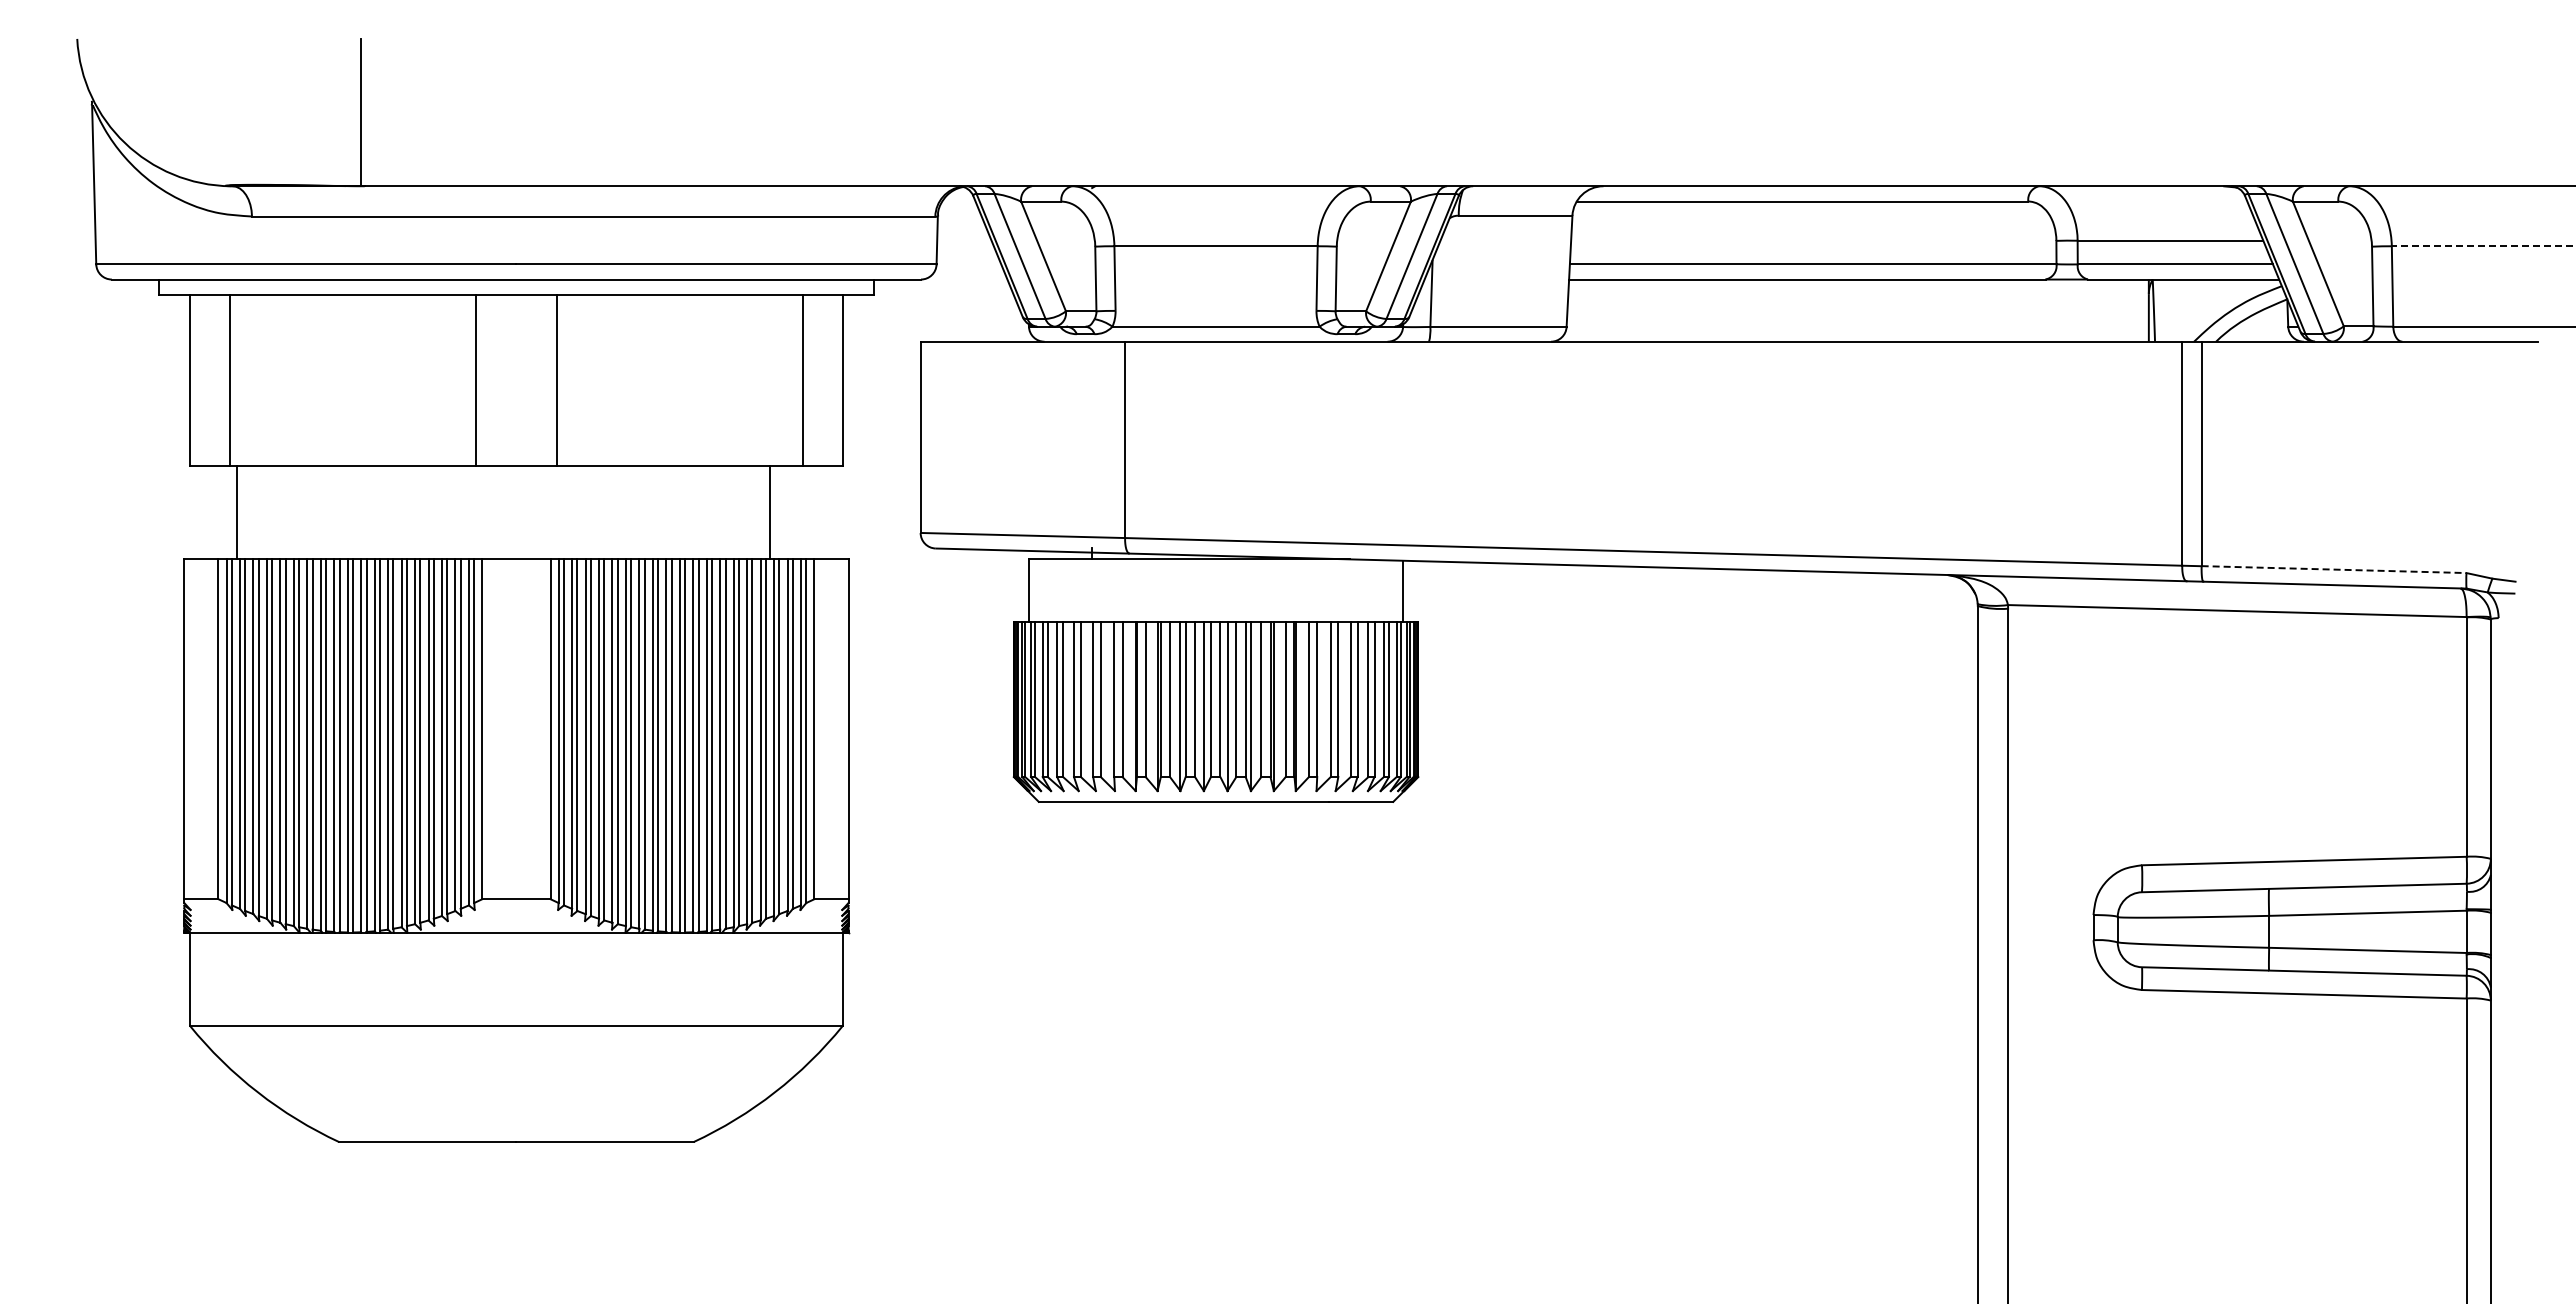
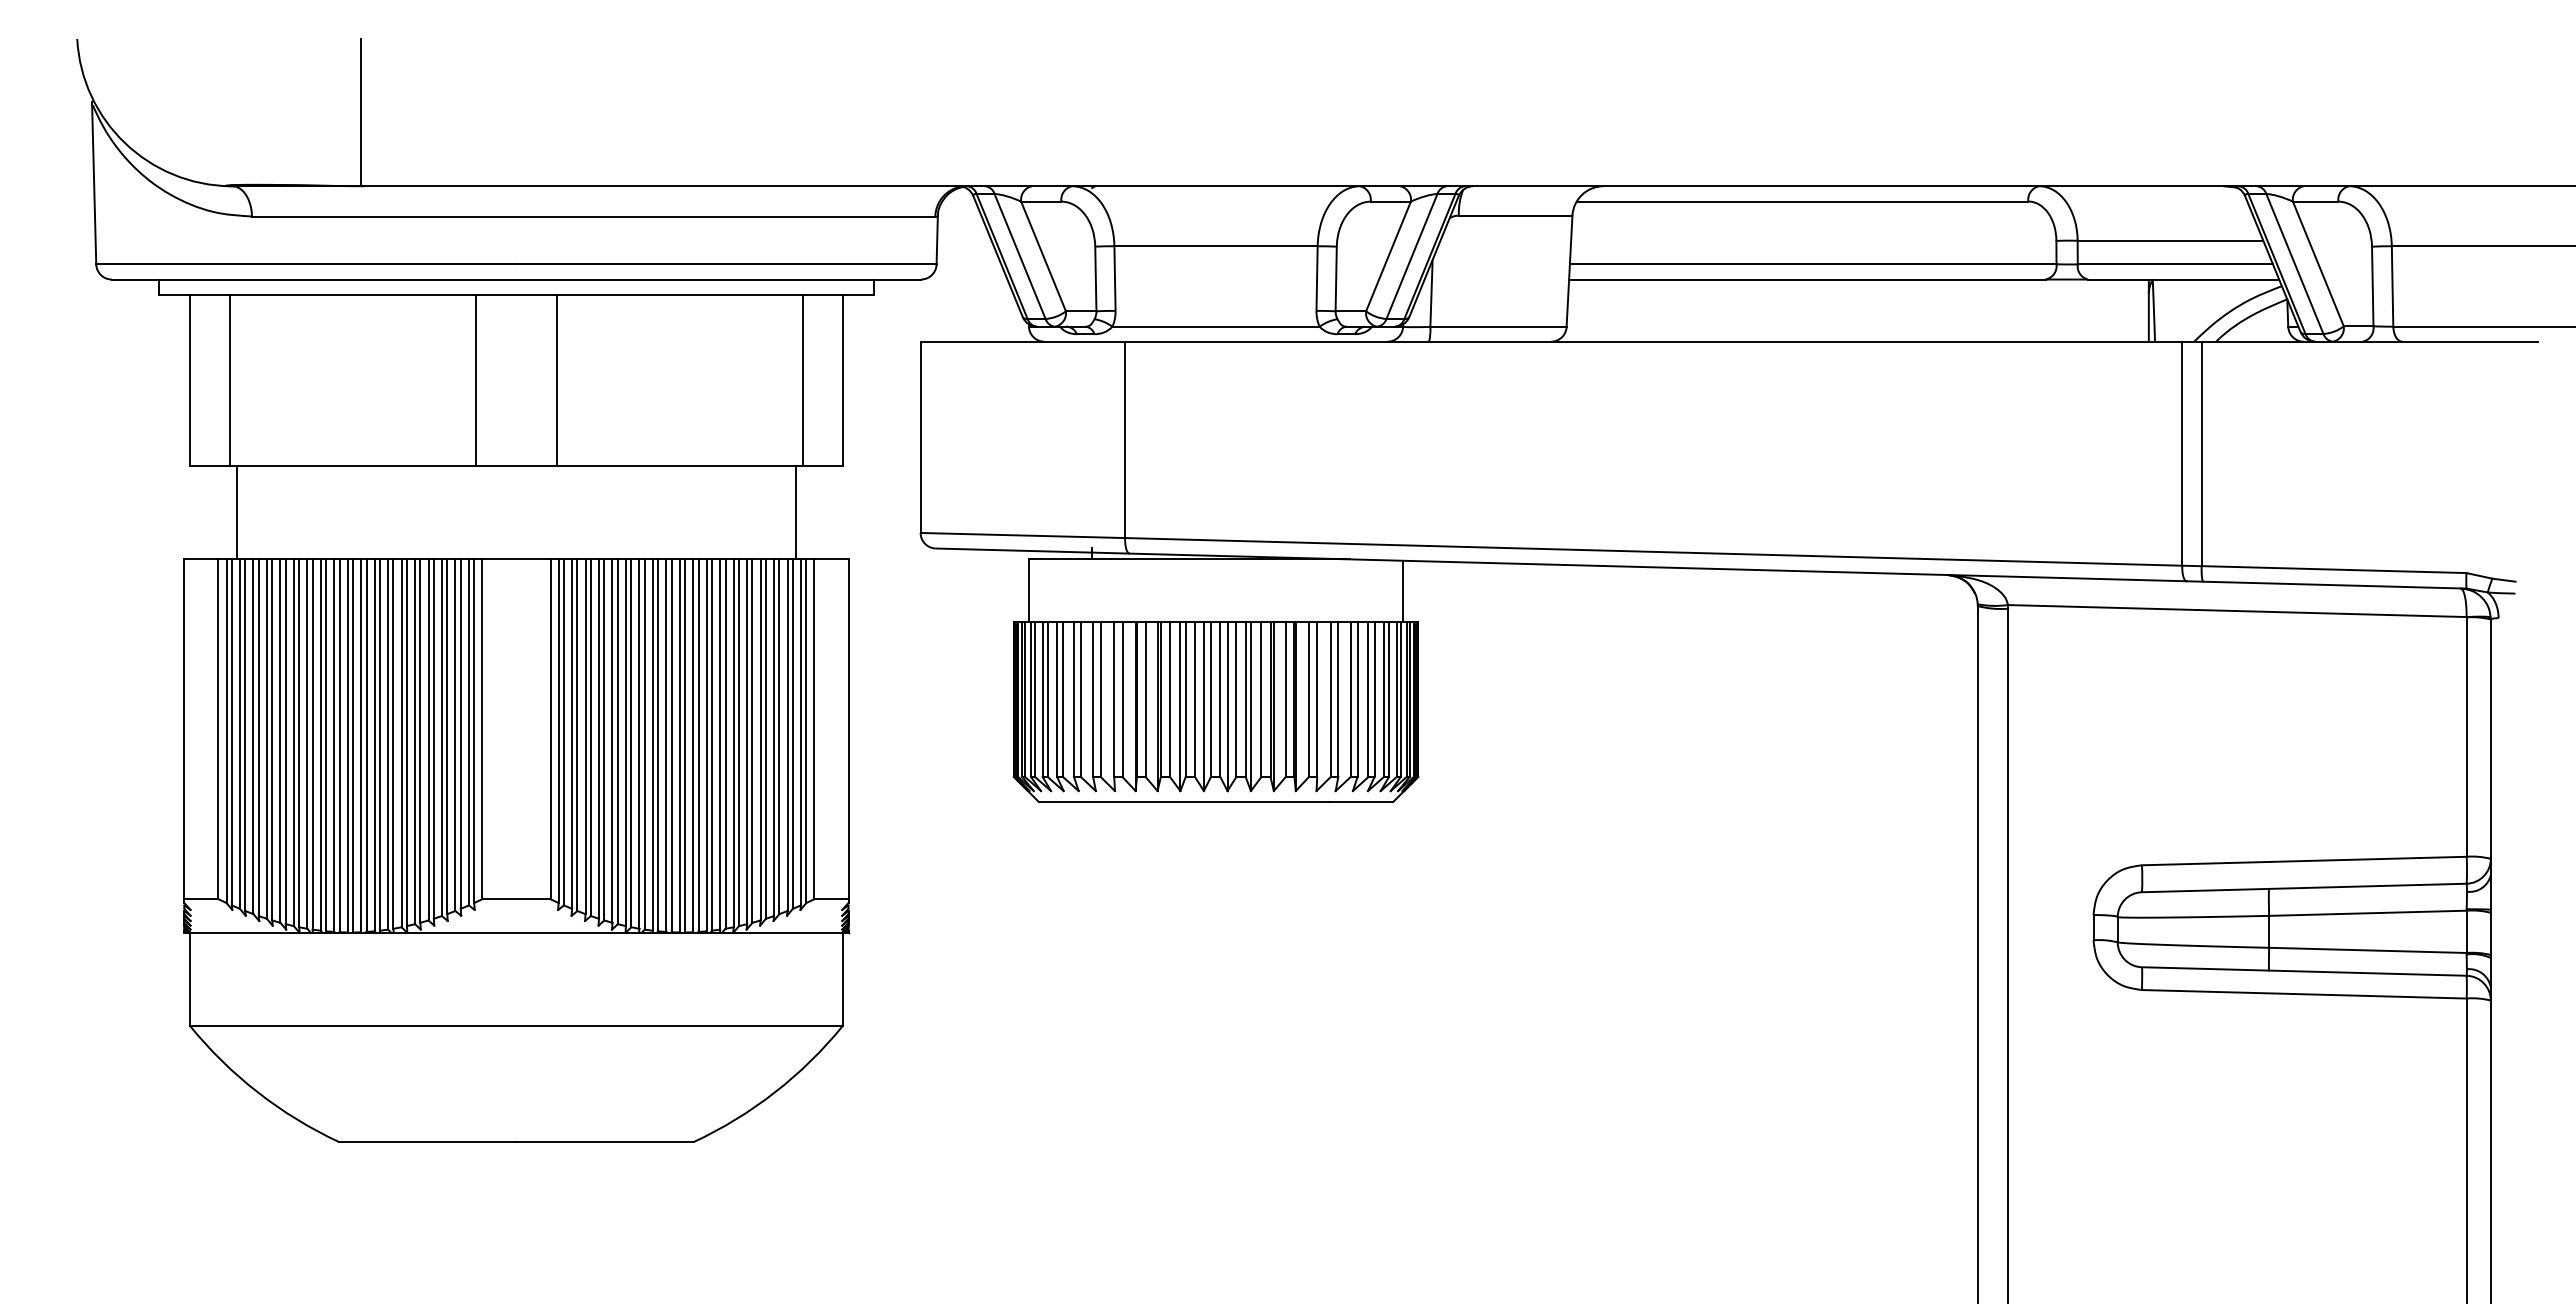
line at (2483, 246): dashed -> solid
line at (770, 512) position: (770, 512) -> (796, 512)
line at (2334, 569): dashed -> solid
